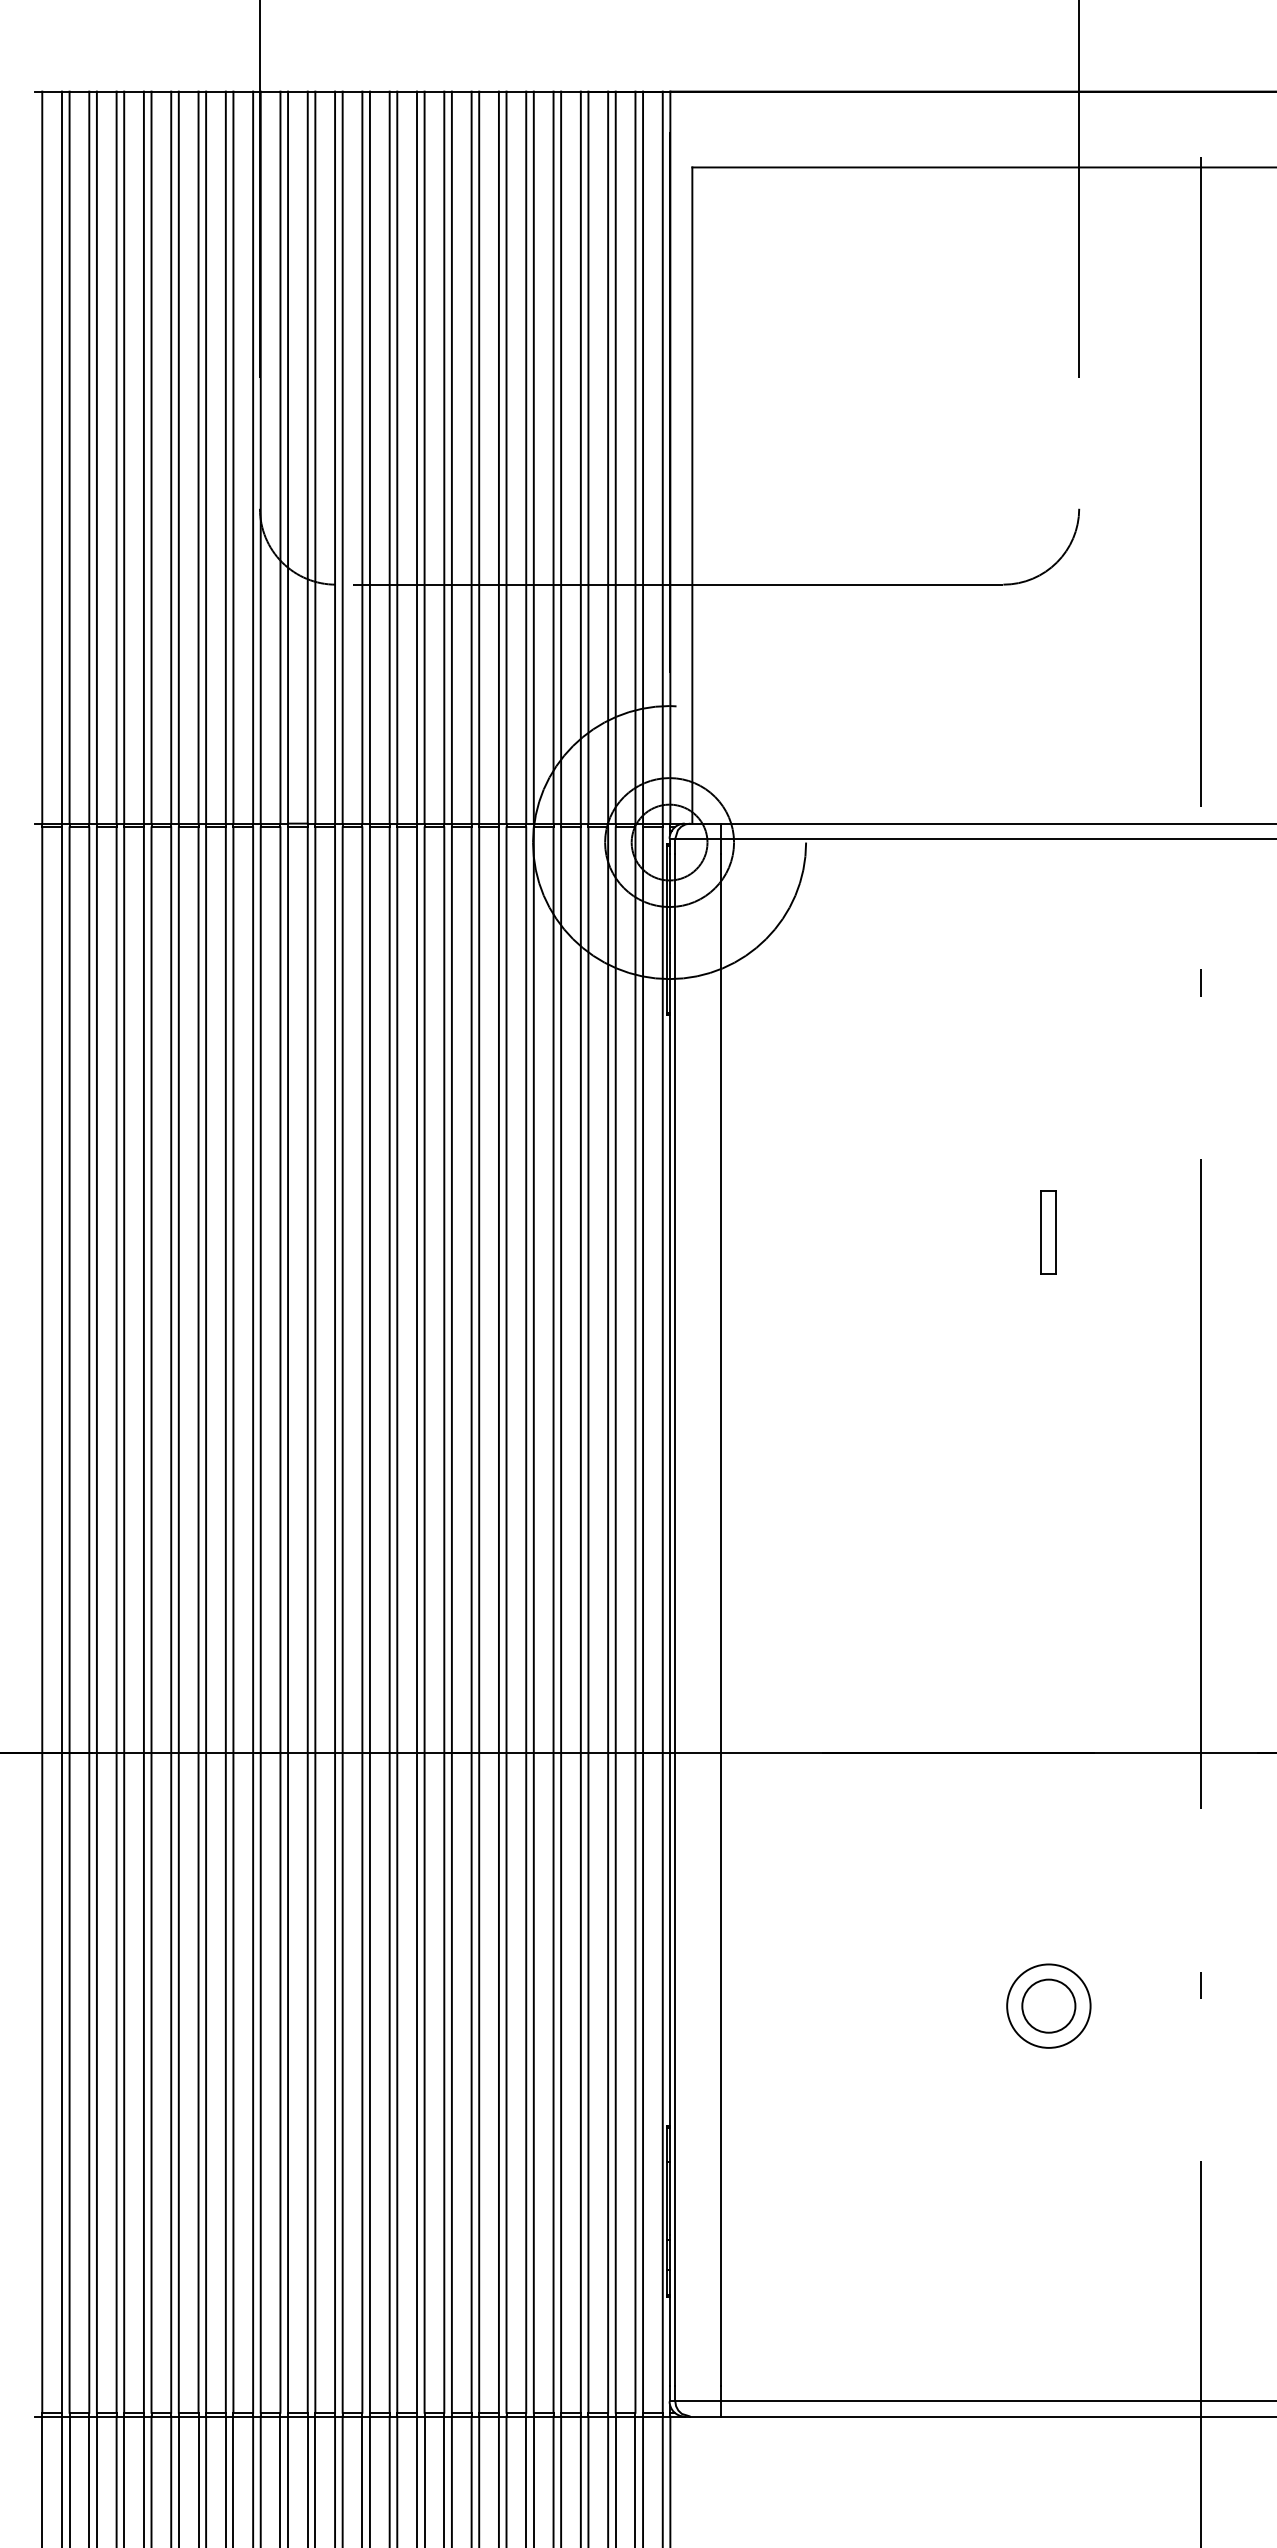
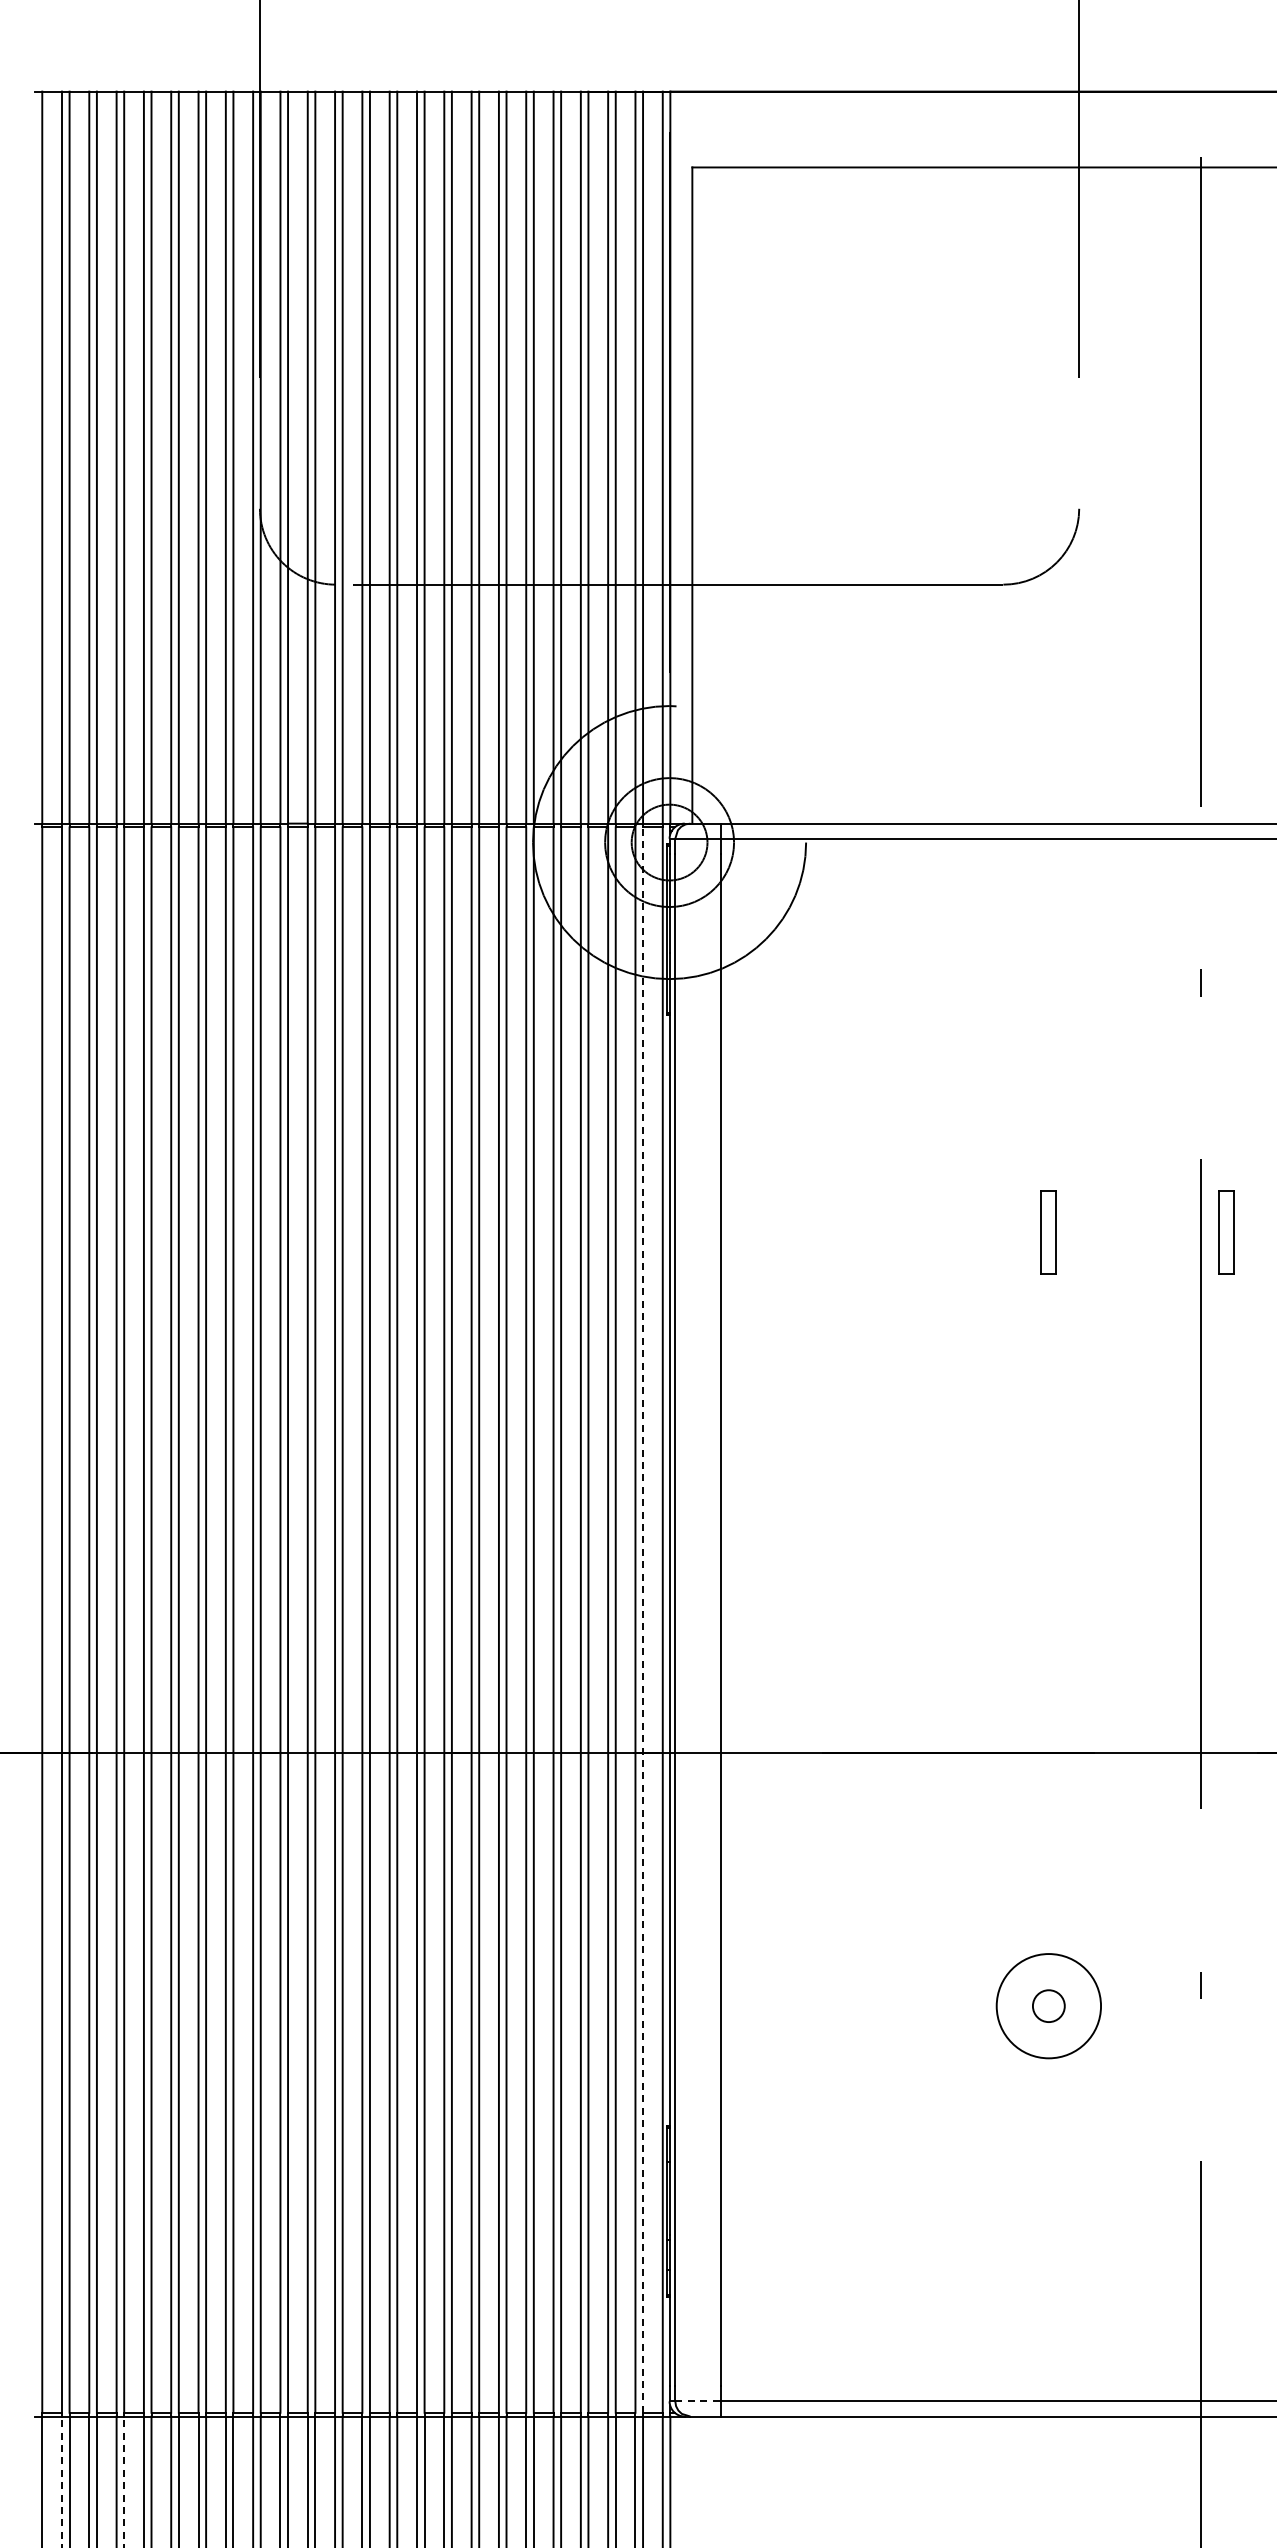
part at (1226, 1232): none -> present
line at (643, 1620): solid -> dashed
circle at (1048, 2005) diameter: 53 px -> 32 px
circle at (1048, 2005) diameter: 83 px -> 104 px
line at (698, 2401): solid -> dashed
line at (62, 2481): solid -> dashed
line at (124, 2481): solid -> dashed
